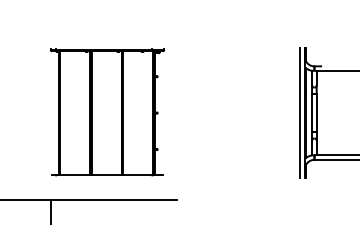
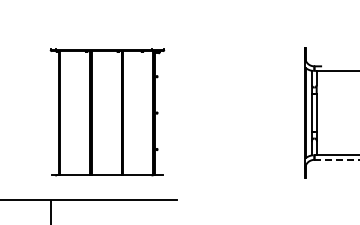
line at (300, 113): present -> none
line at (337, 159): solid -> dashed
